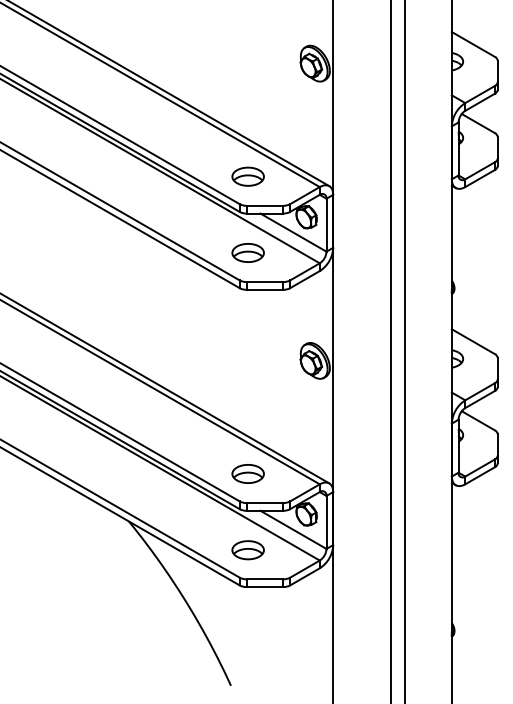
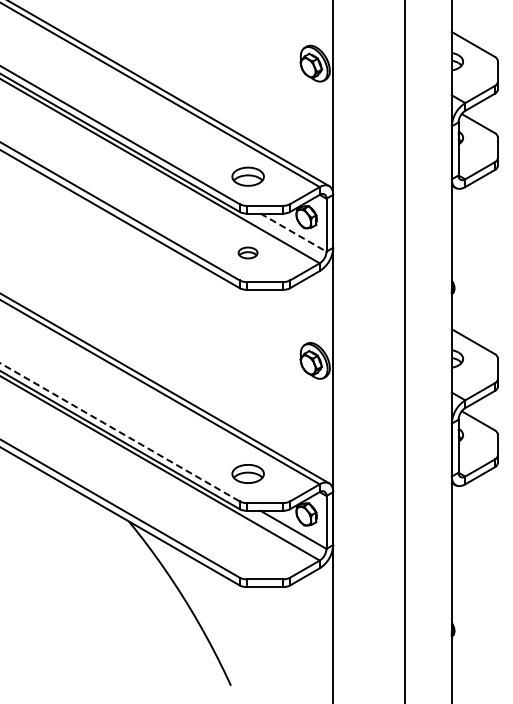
line at (293, 232): solid -> dashed
part at (247, 252) size: 34x20 px -> 22x14 px
line at (391, 351): present -> none
line at (120, 432): solid -> dashed
part at (247, 550): present -> none
